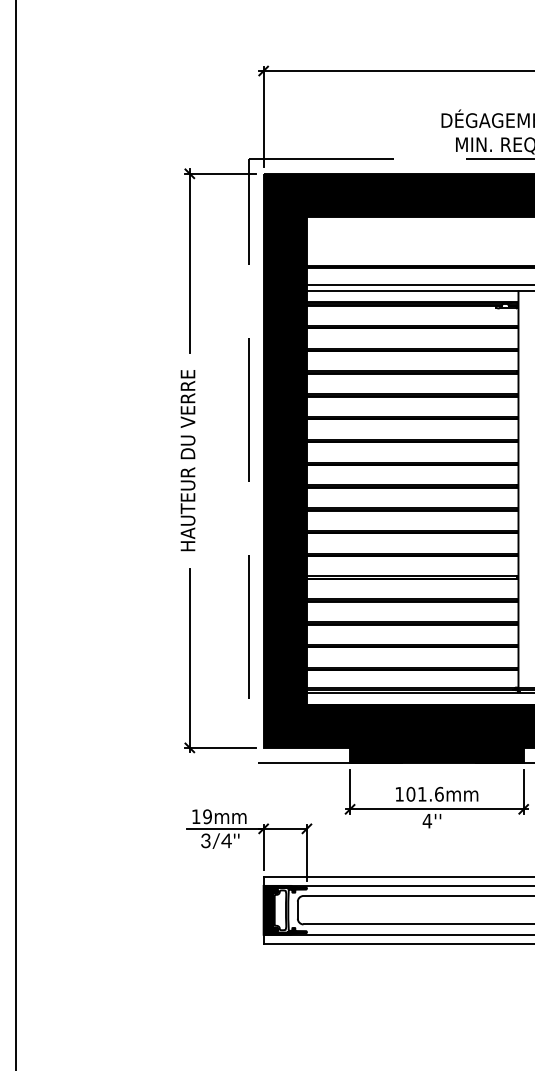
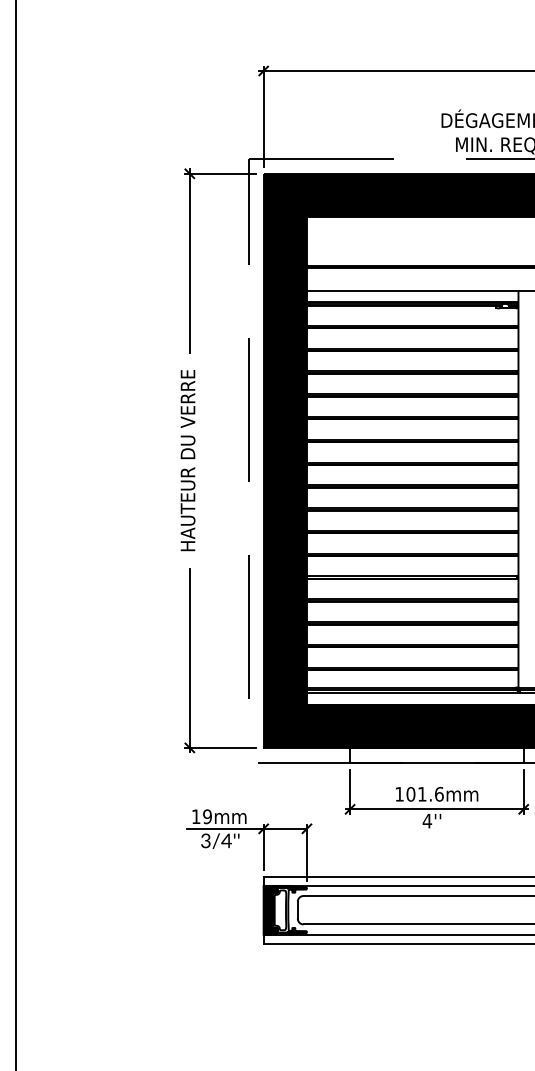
line at (418, 285): present -> none
fill at (436, 754): present -> none
